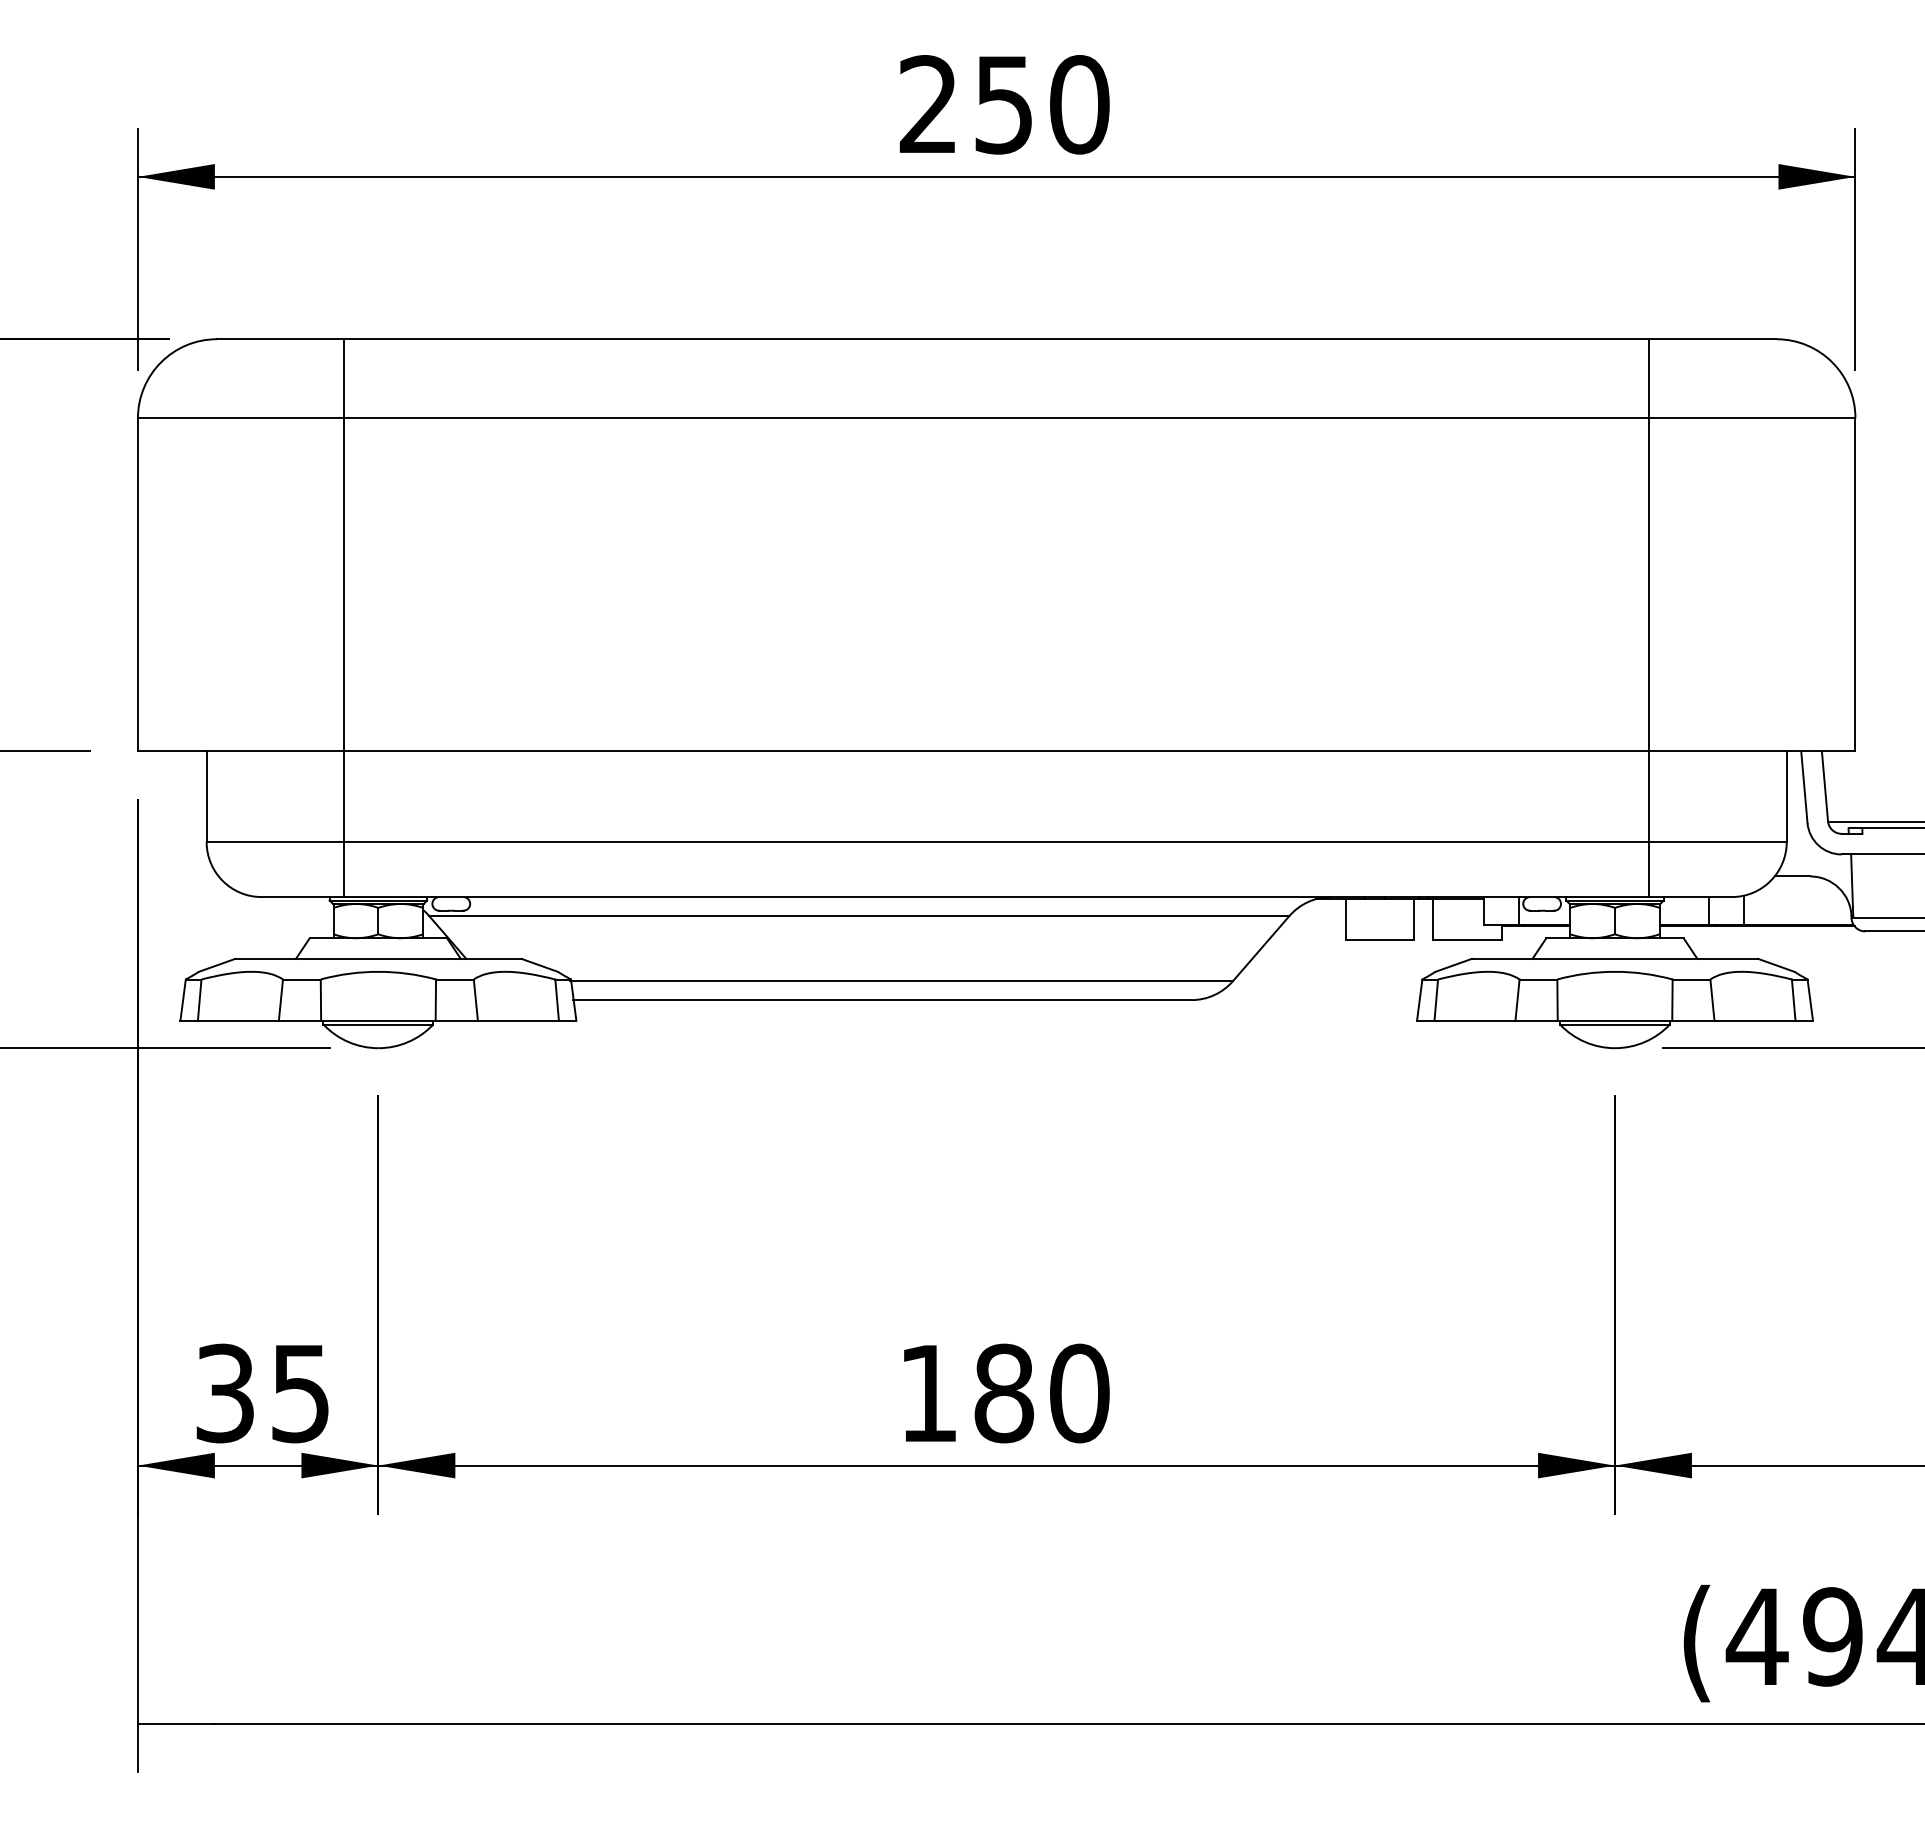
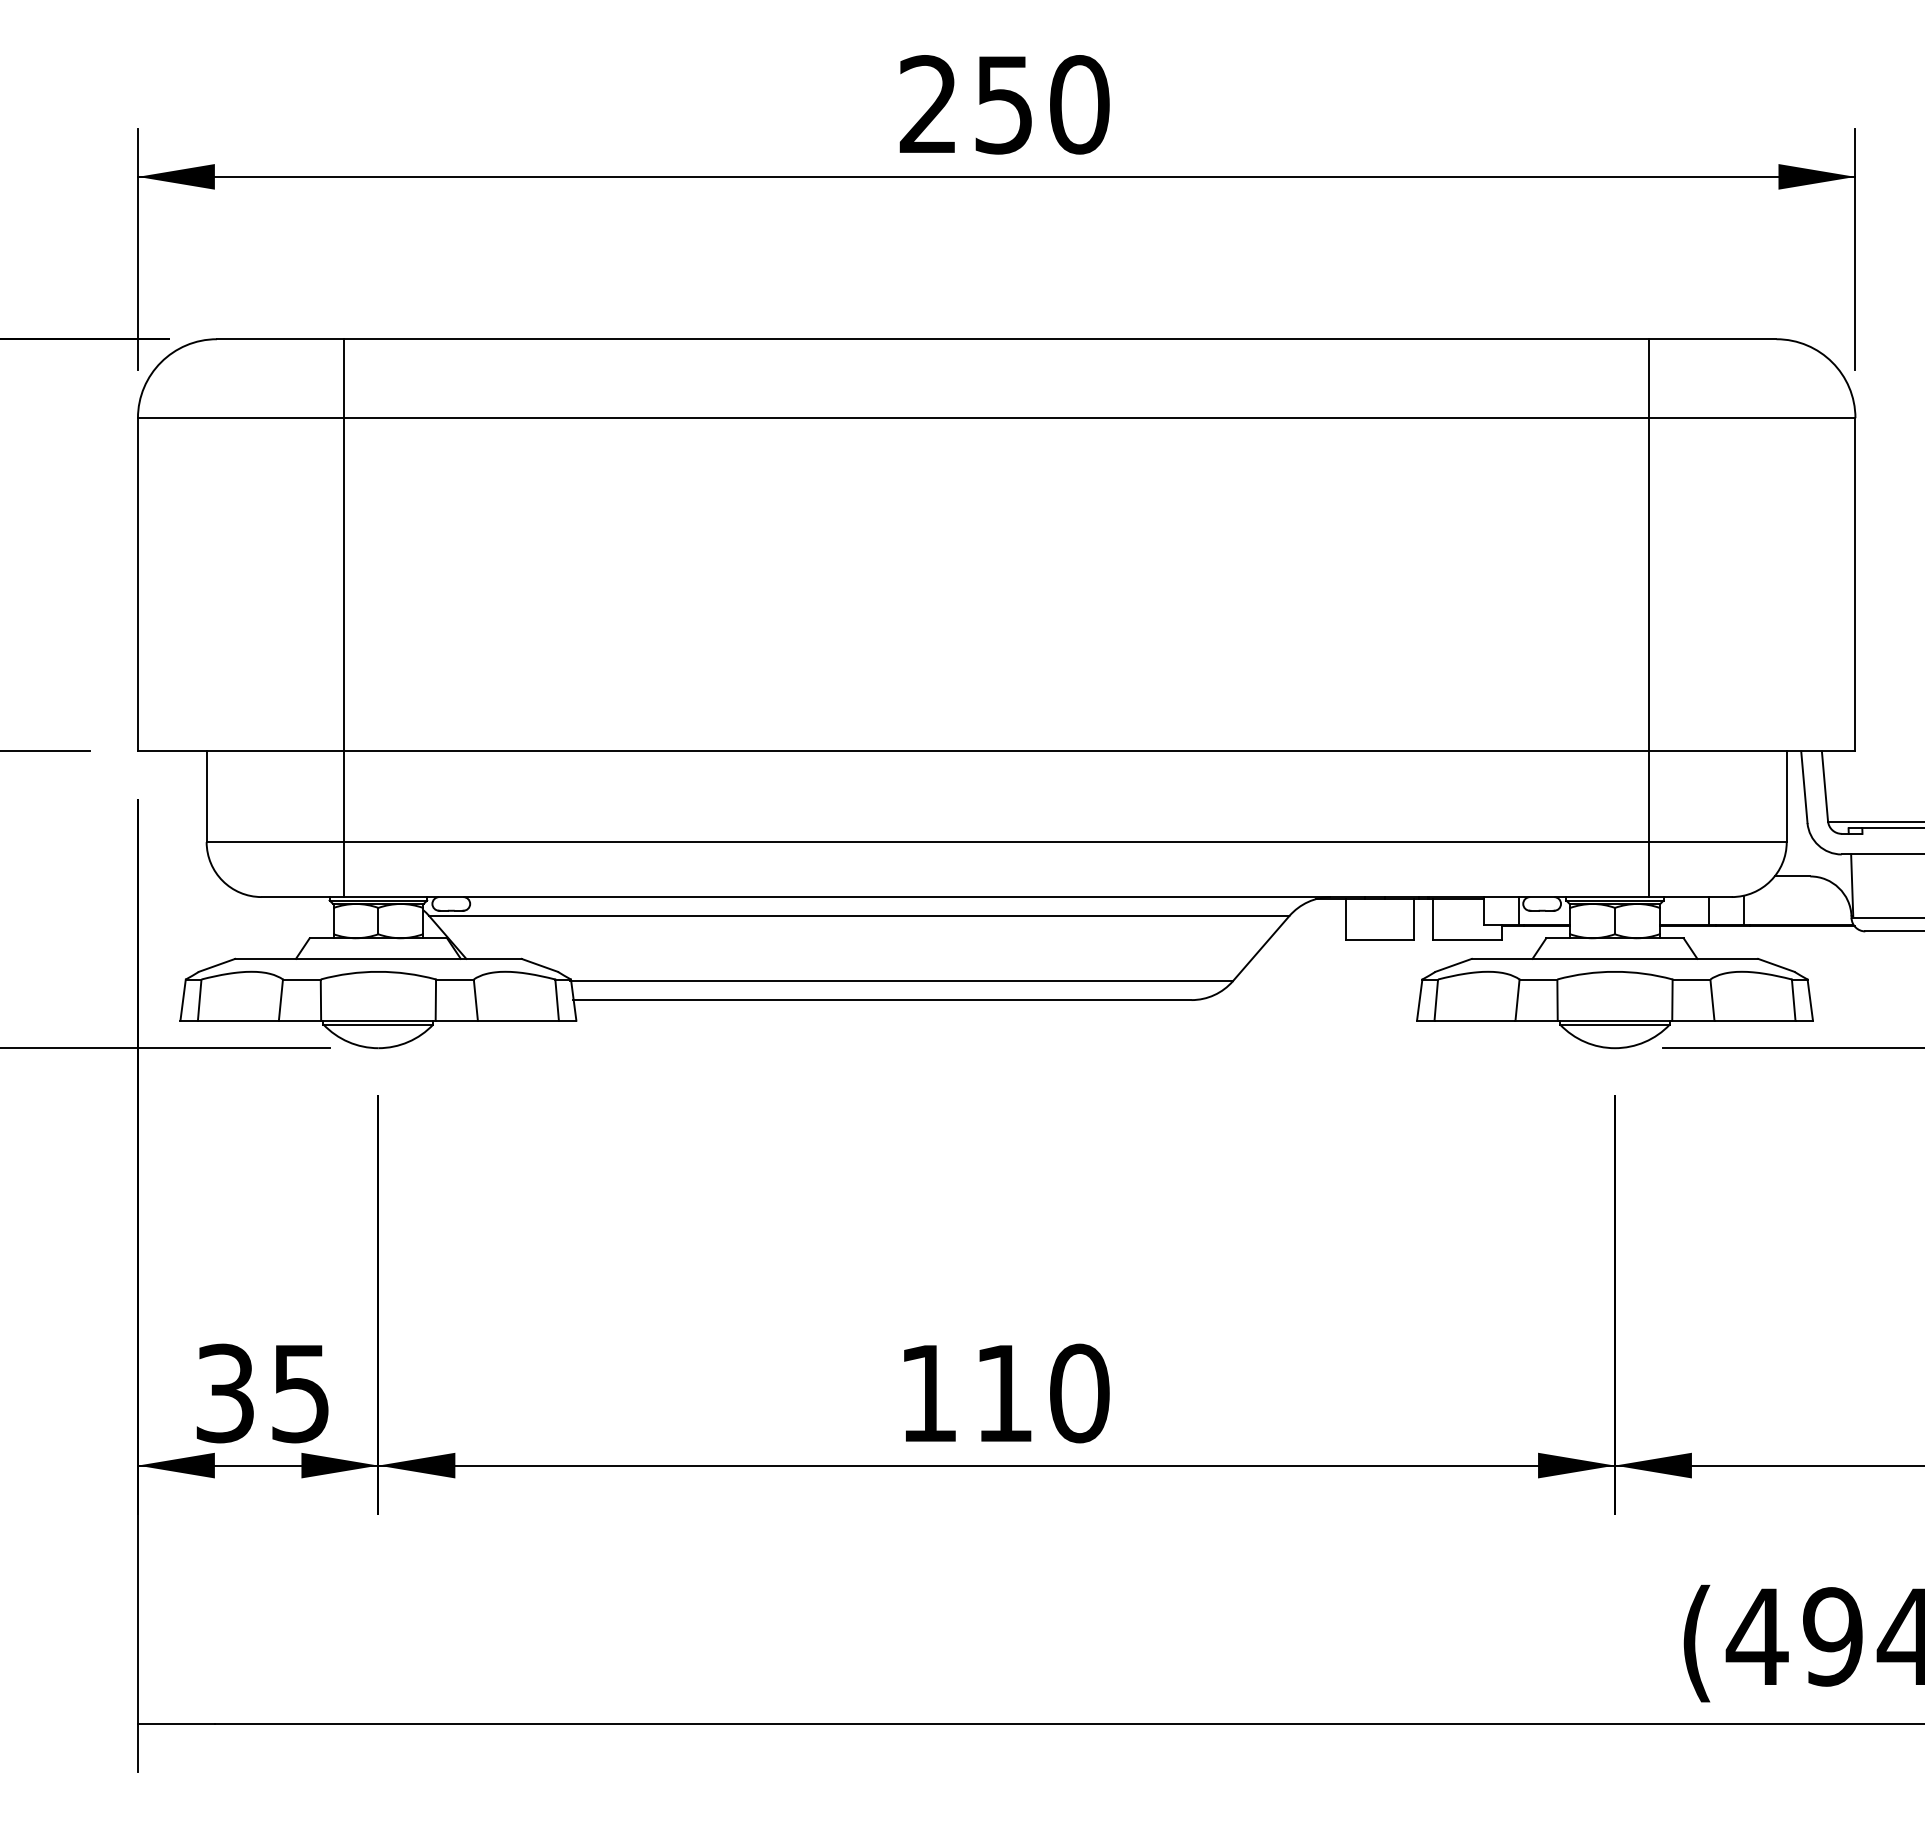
text at (1003, 1393): 180 -> 110
